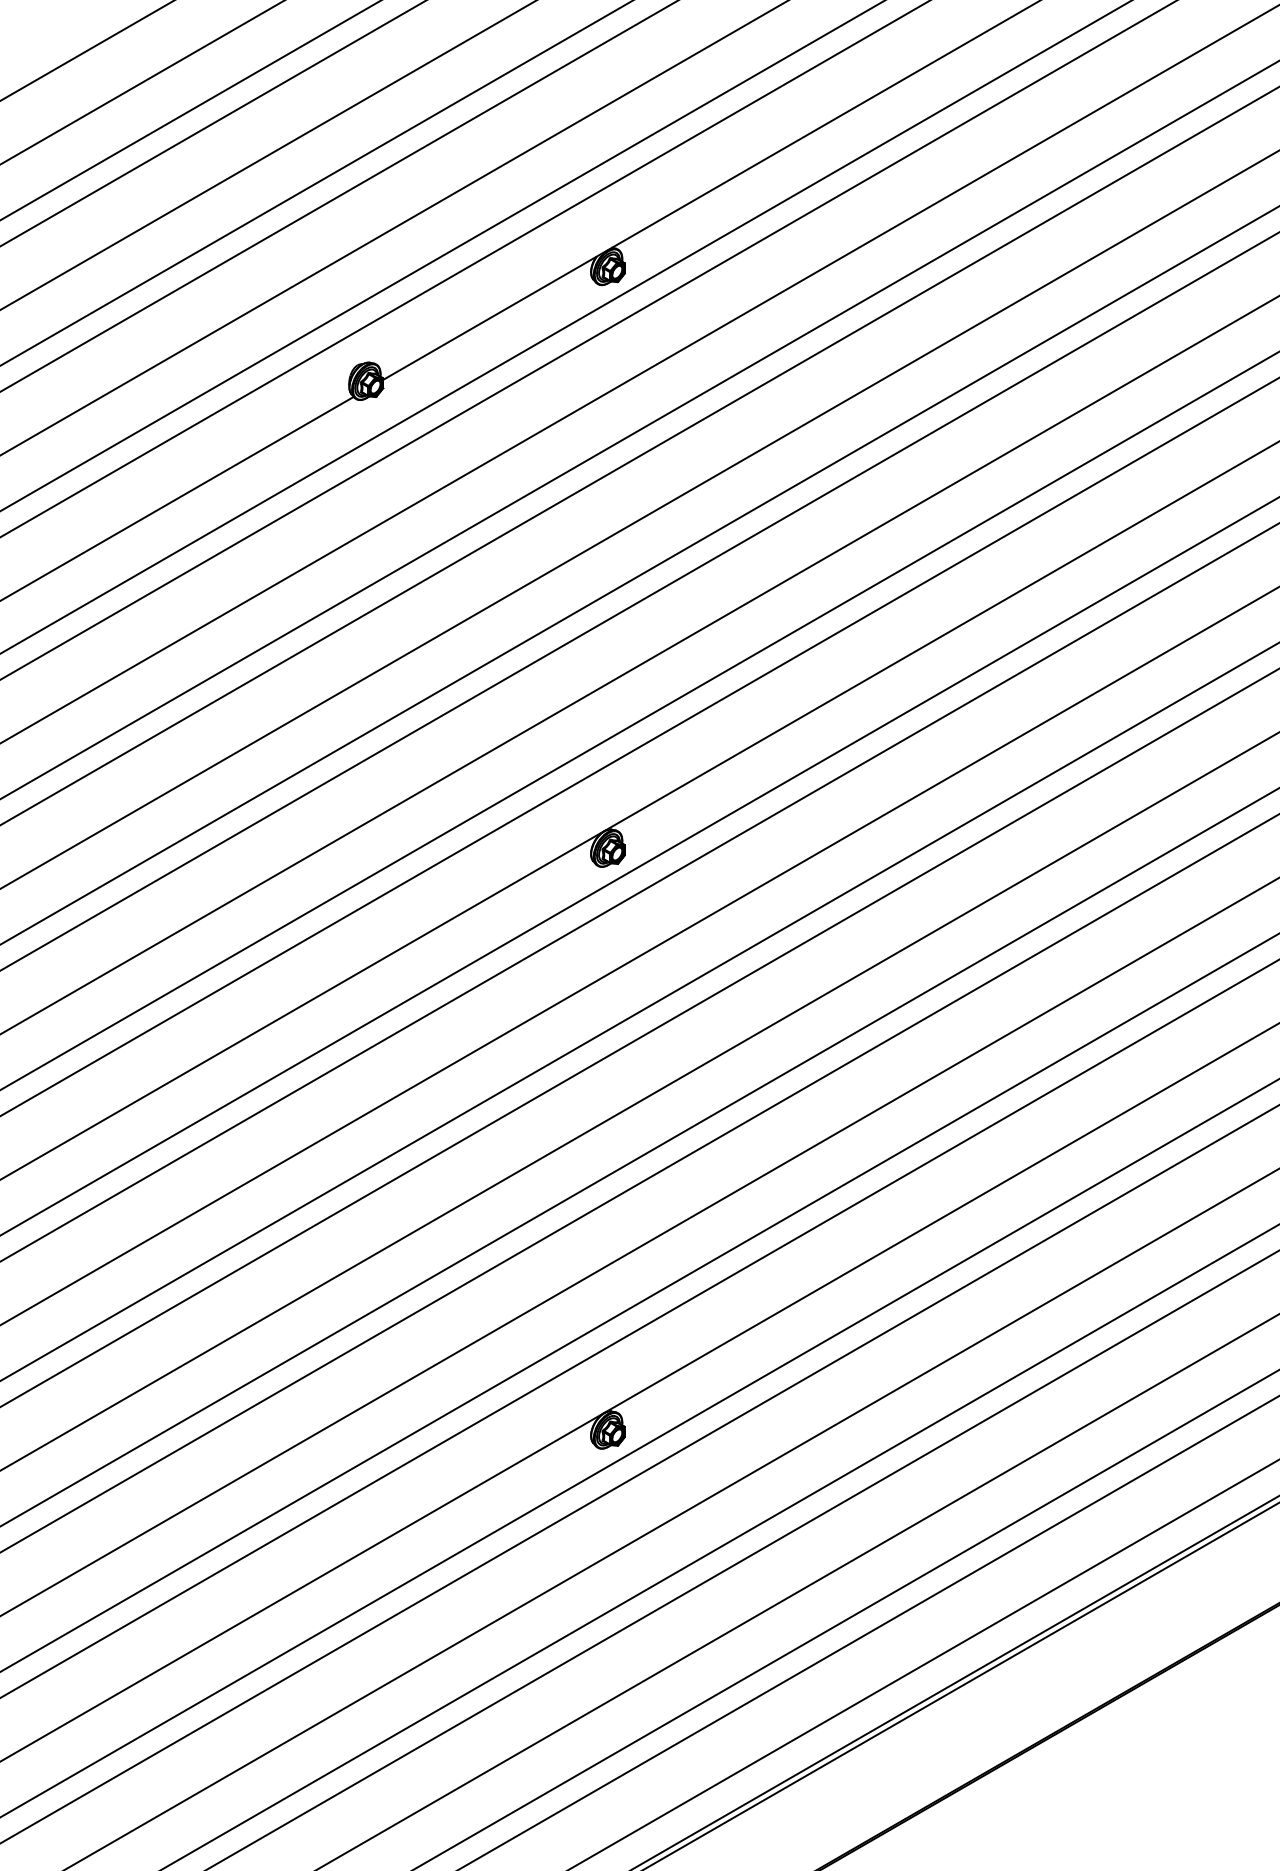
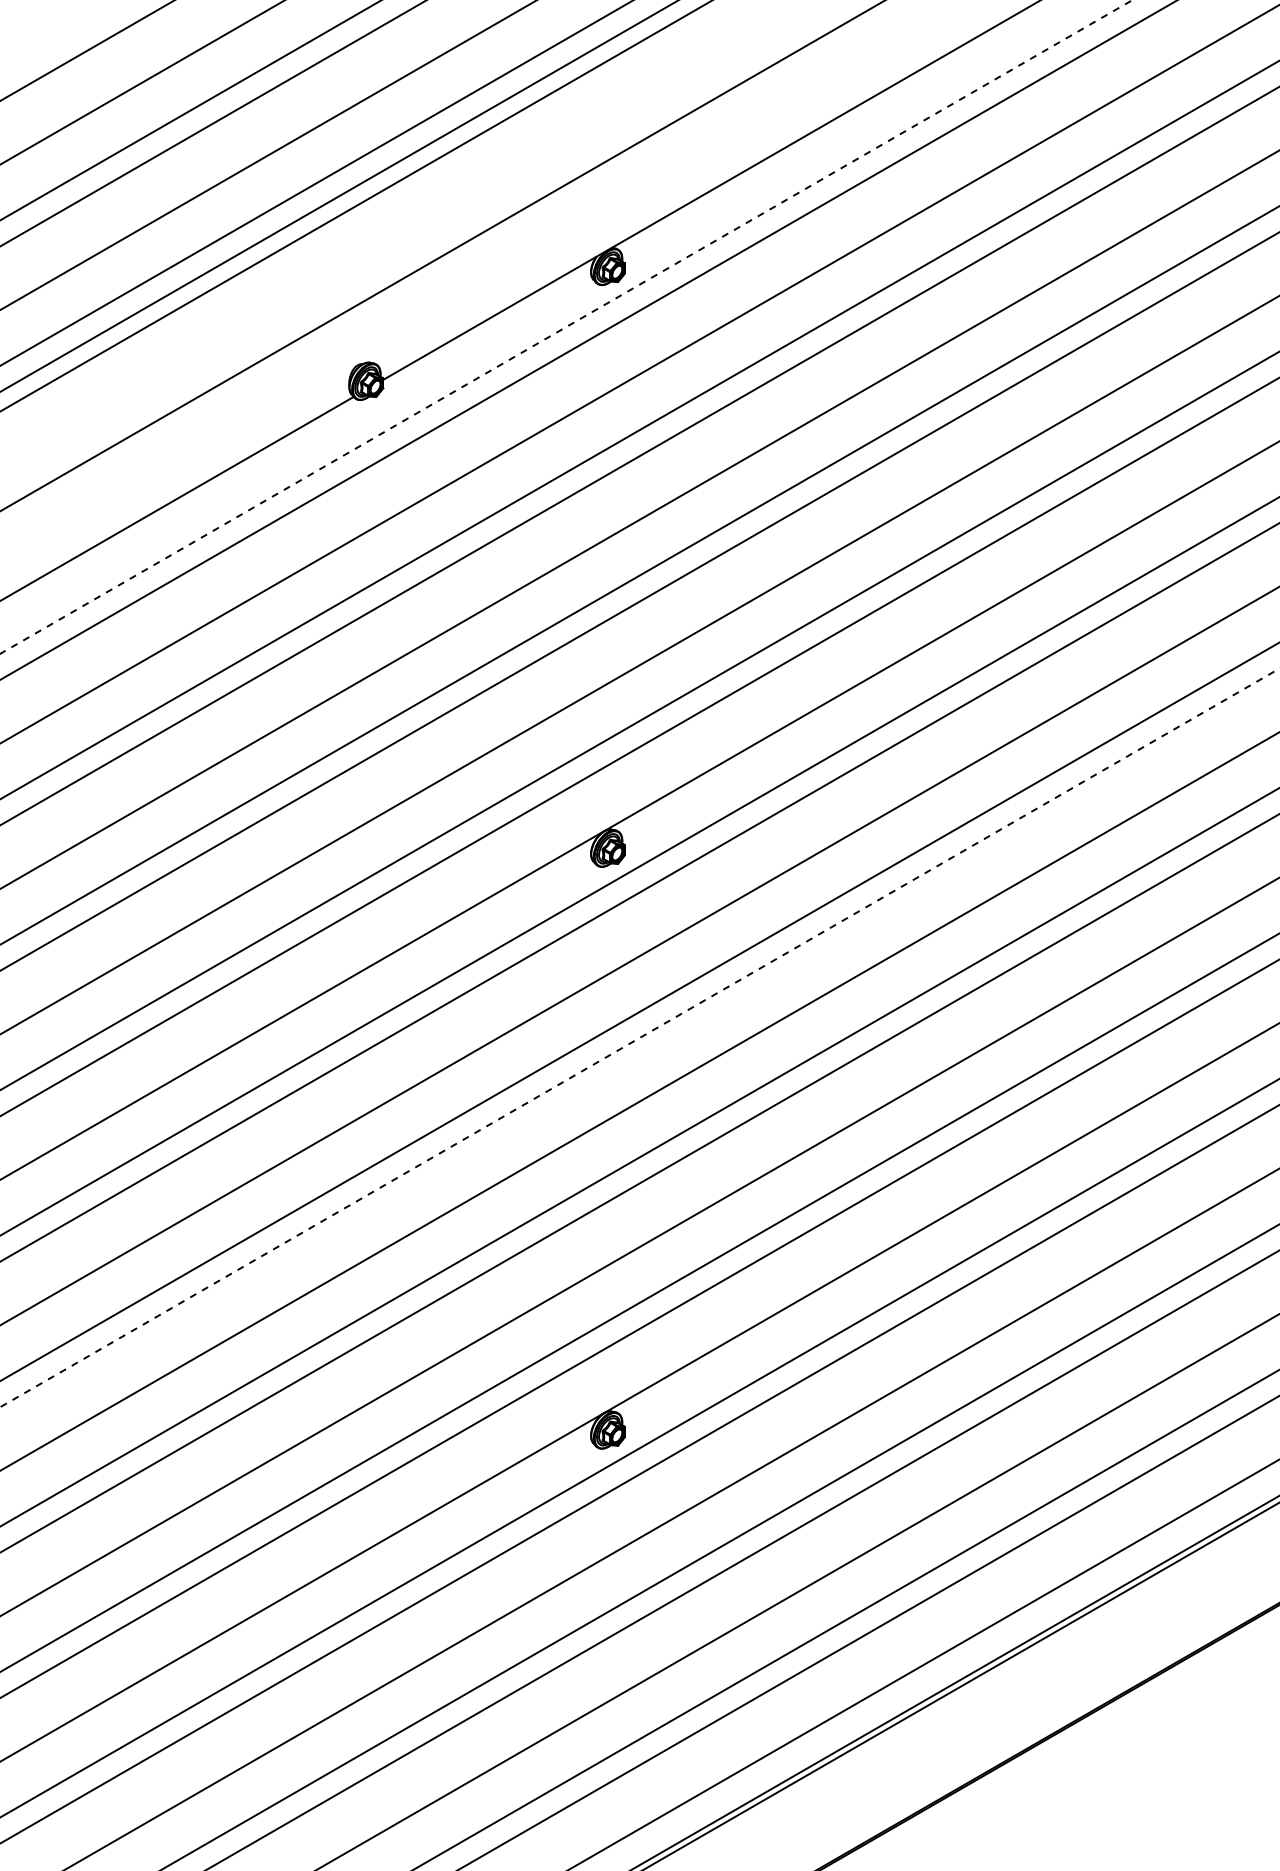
line at (393, 228) position: (393, 228) -> (355, 206)
line at (464, 268): present -> none
line at (567, 326): solid -> dashed
line at (640, 1037): solid -> dashed
